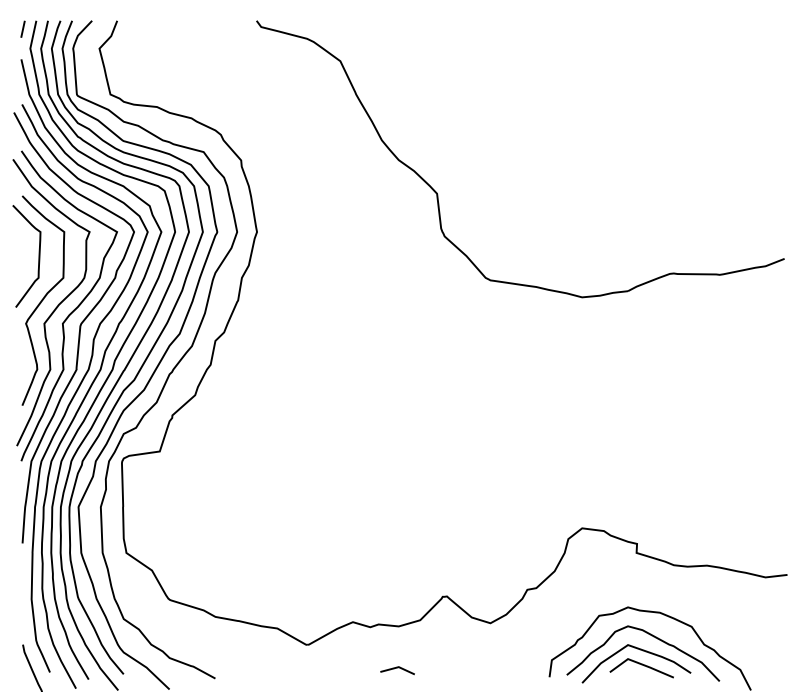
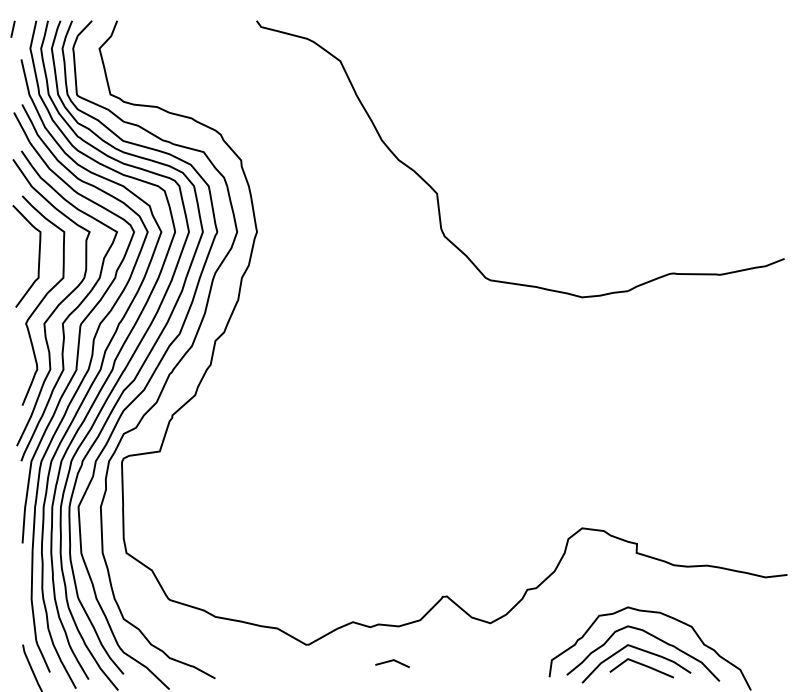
line at (22, 28) position: (22, 28) -> (12, 28)
line at (397, 668) position: (397, 668) -> (392, 661)
